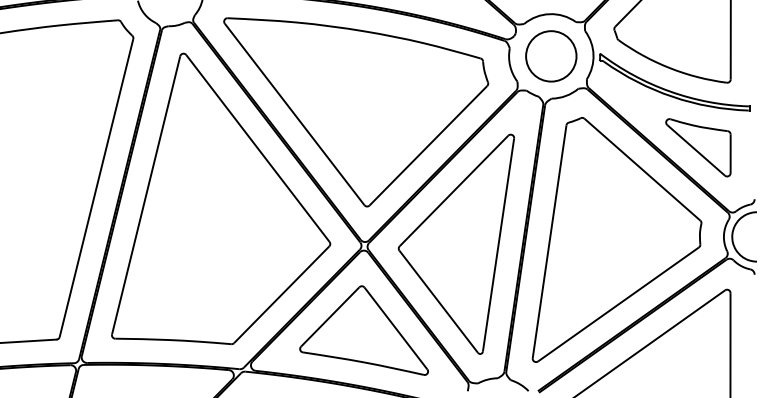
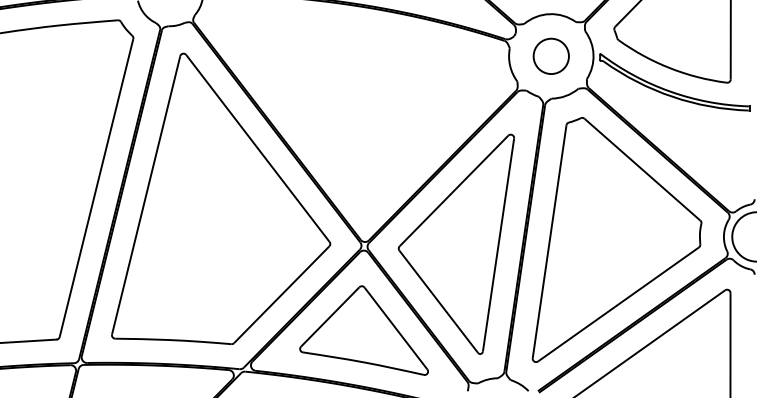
circle at (551, 56) diameter: 50 px -> 35 px
part at (356, 112): present -> none
part at (698, 147): present -> none
